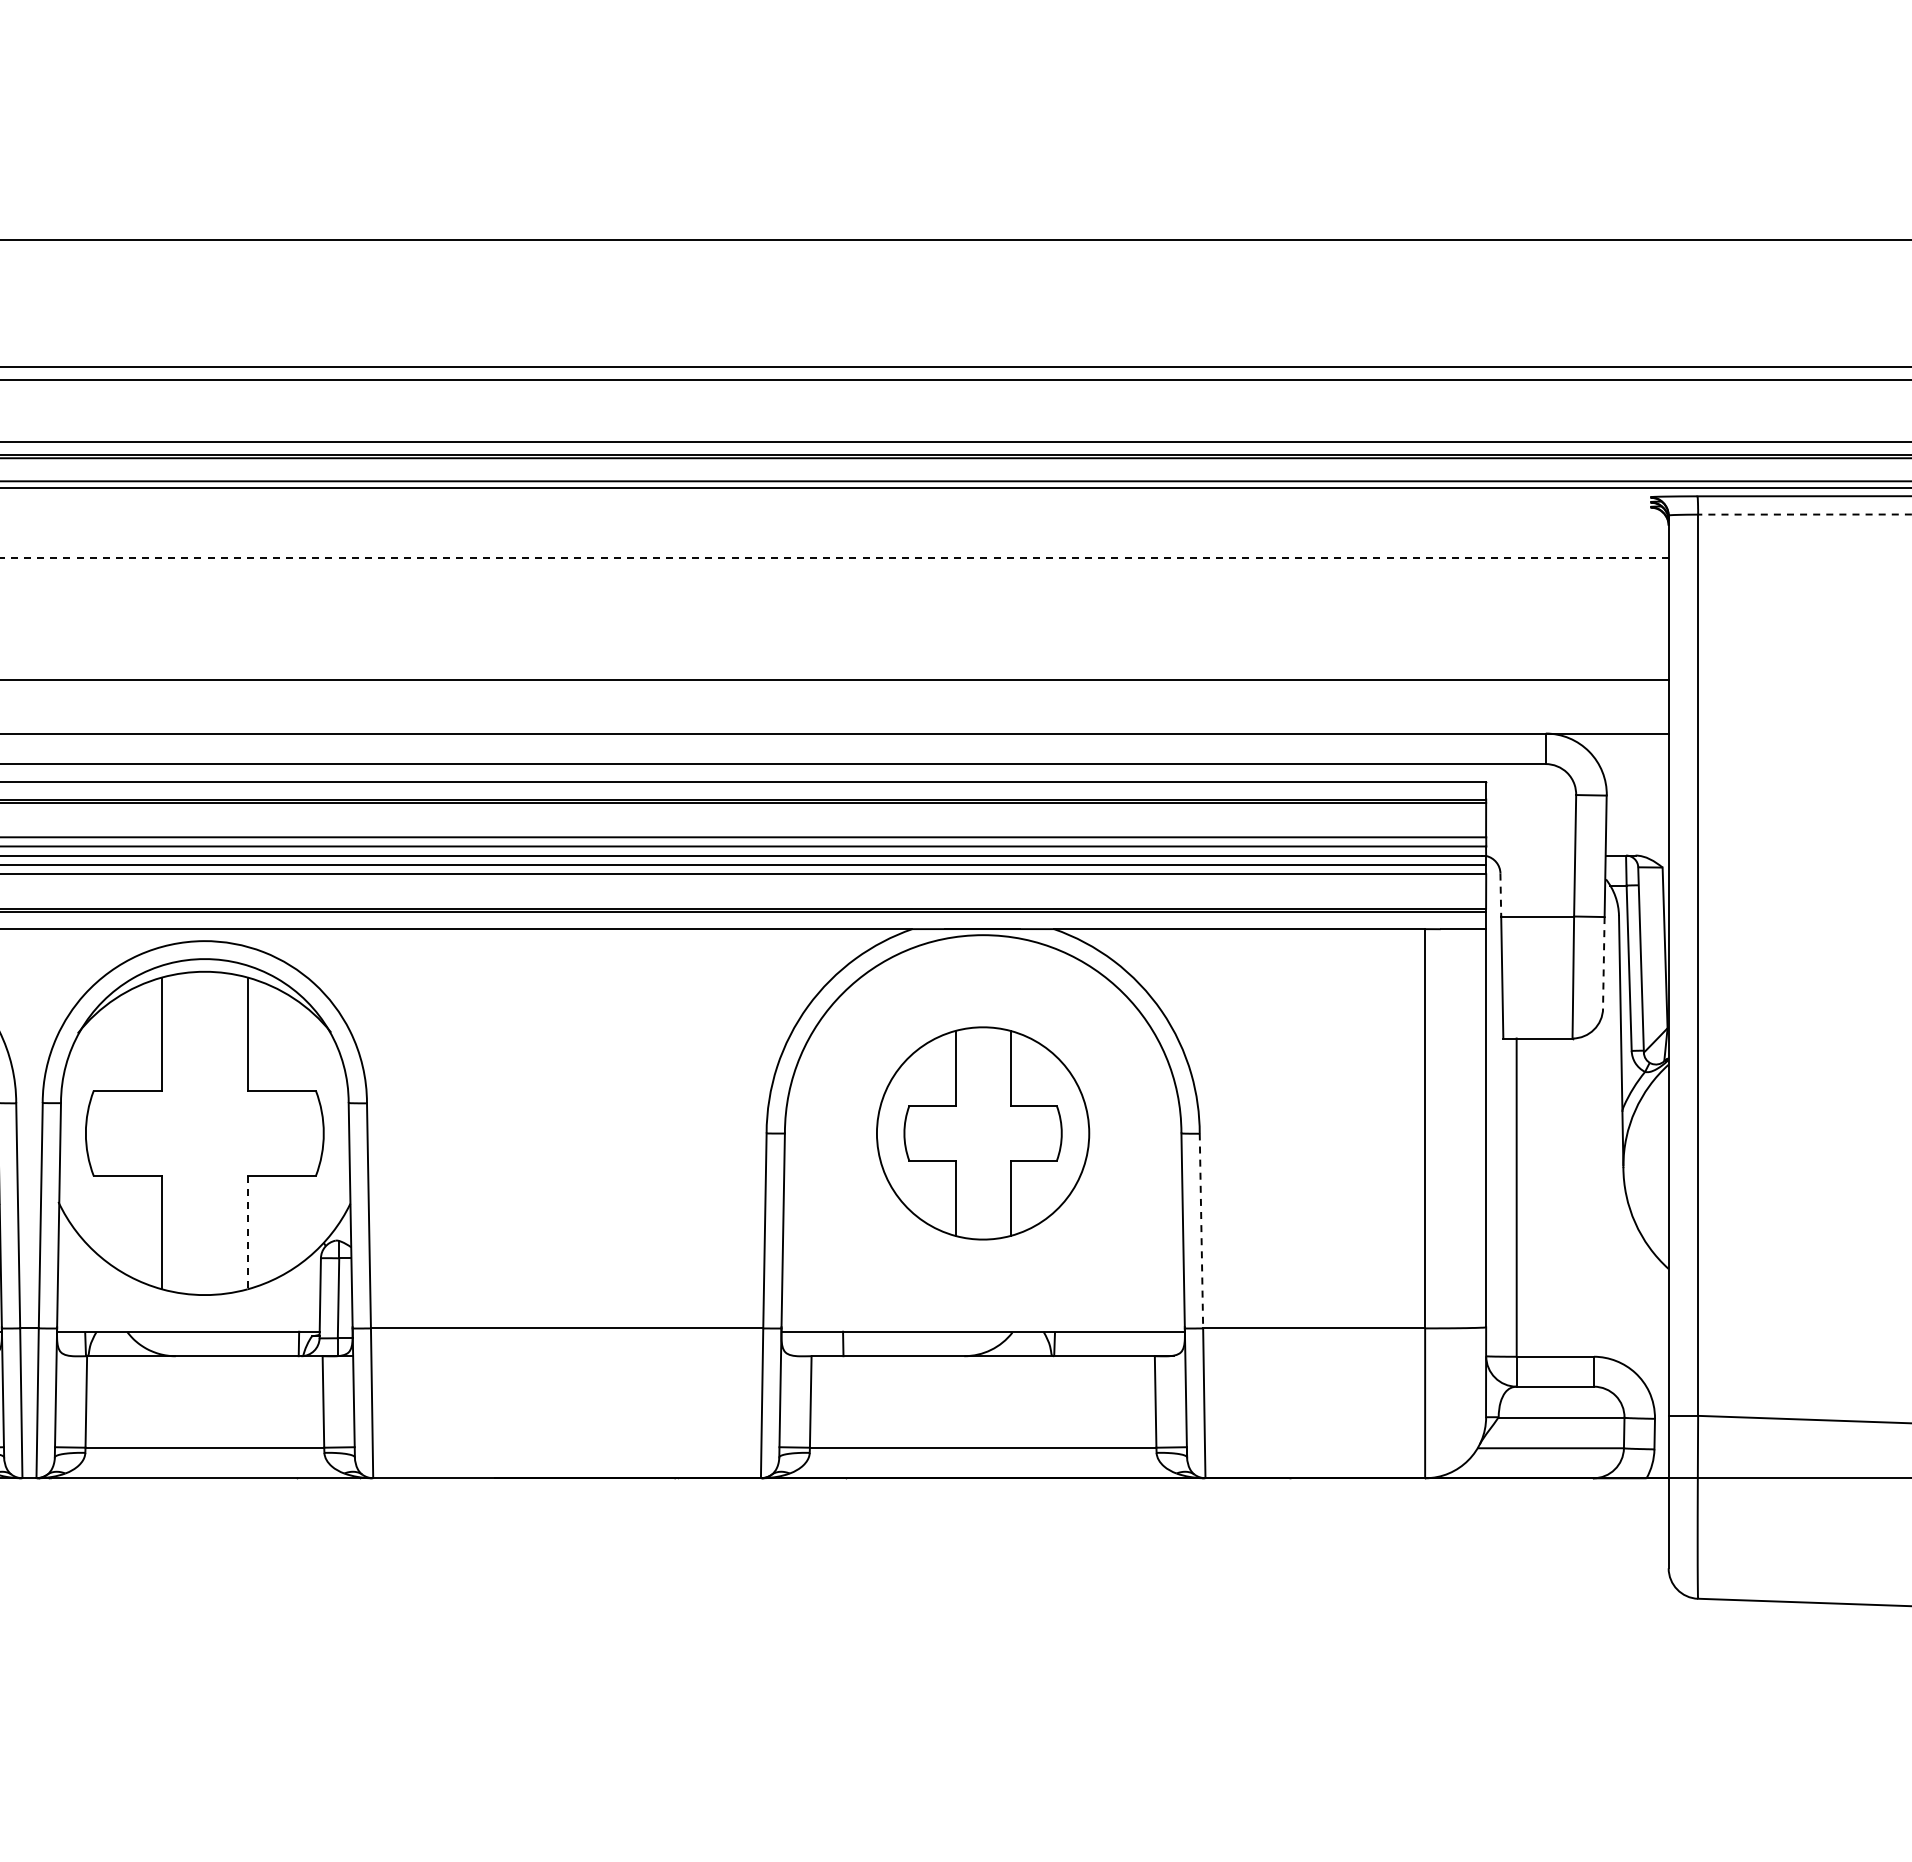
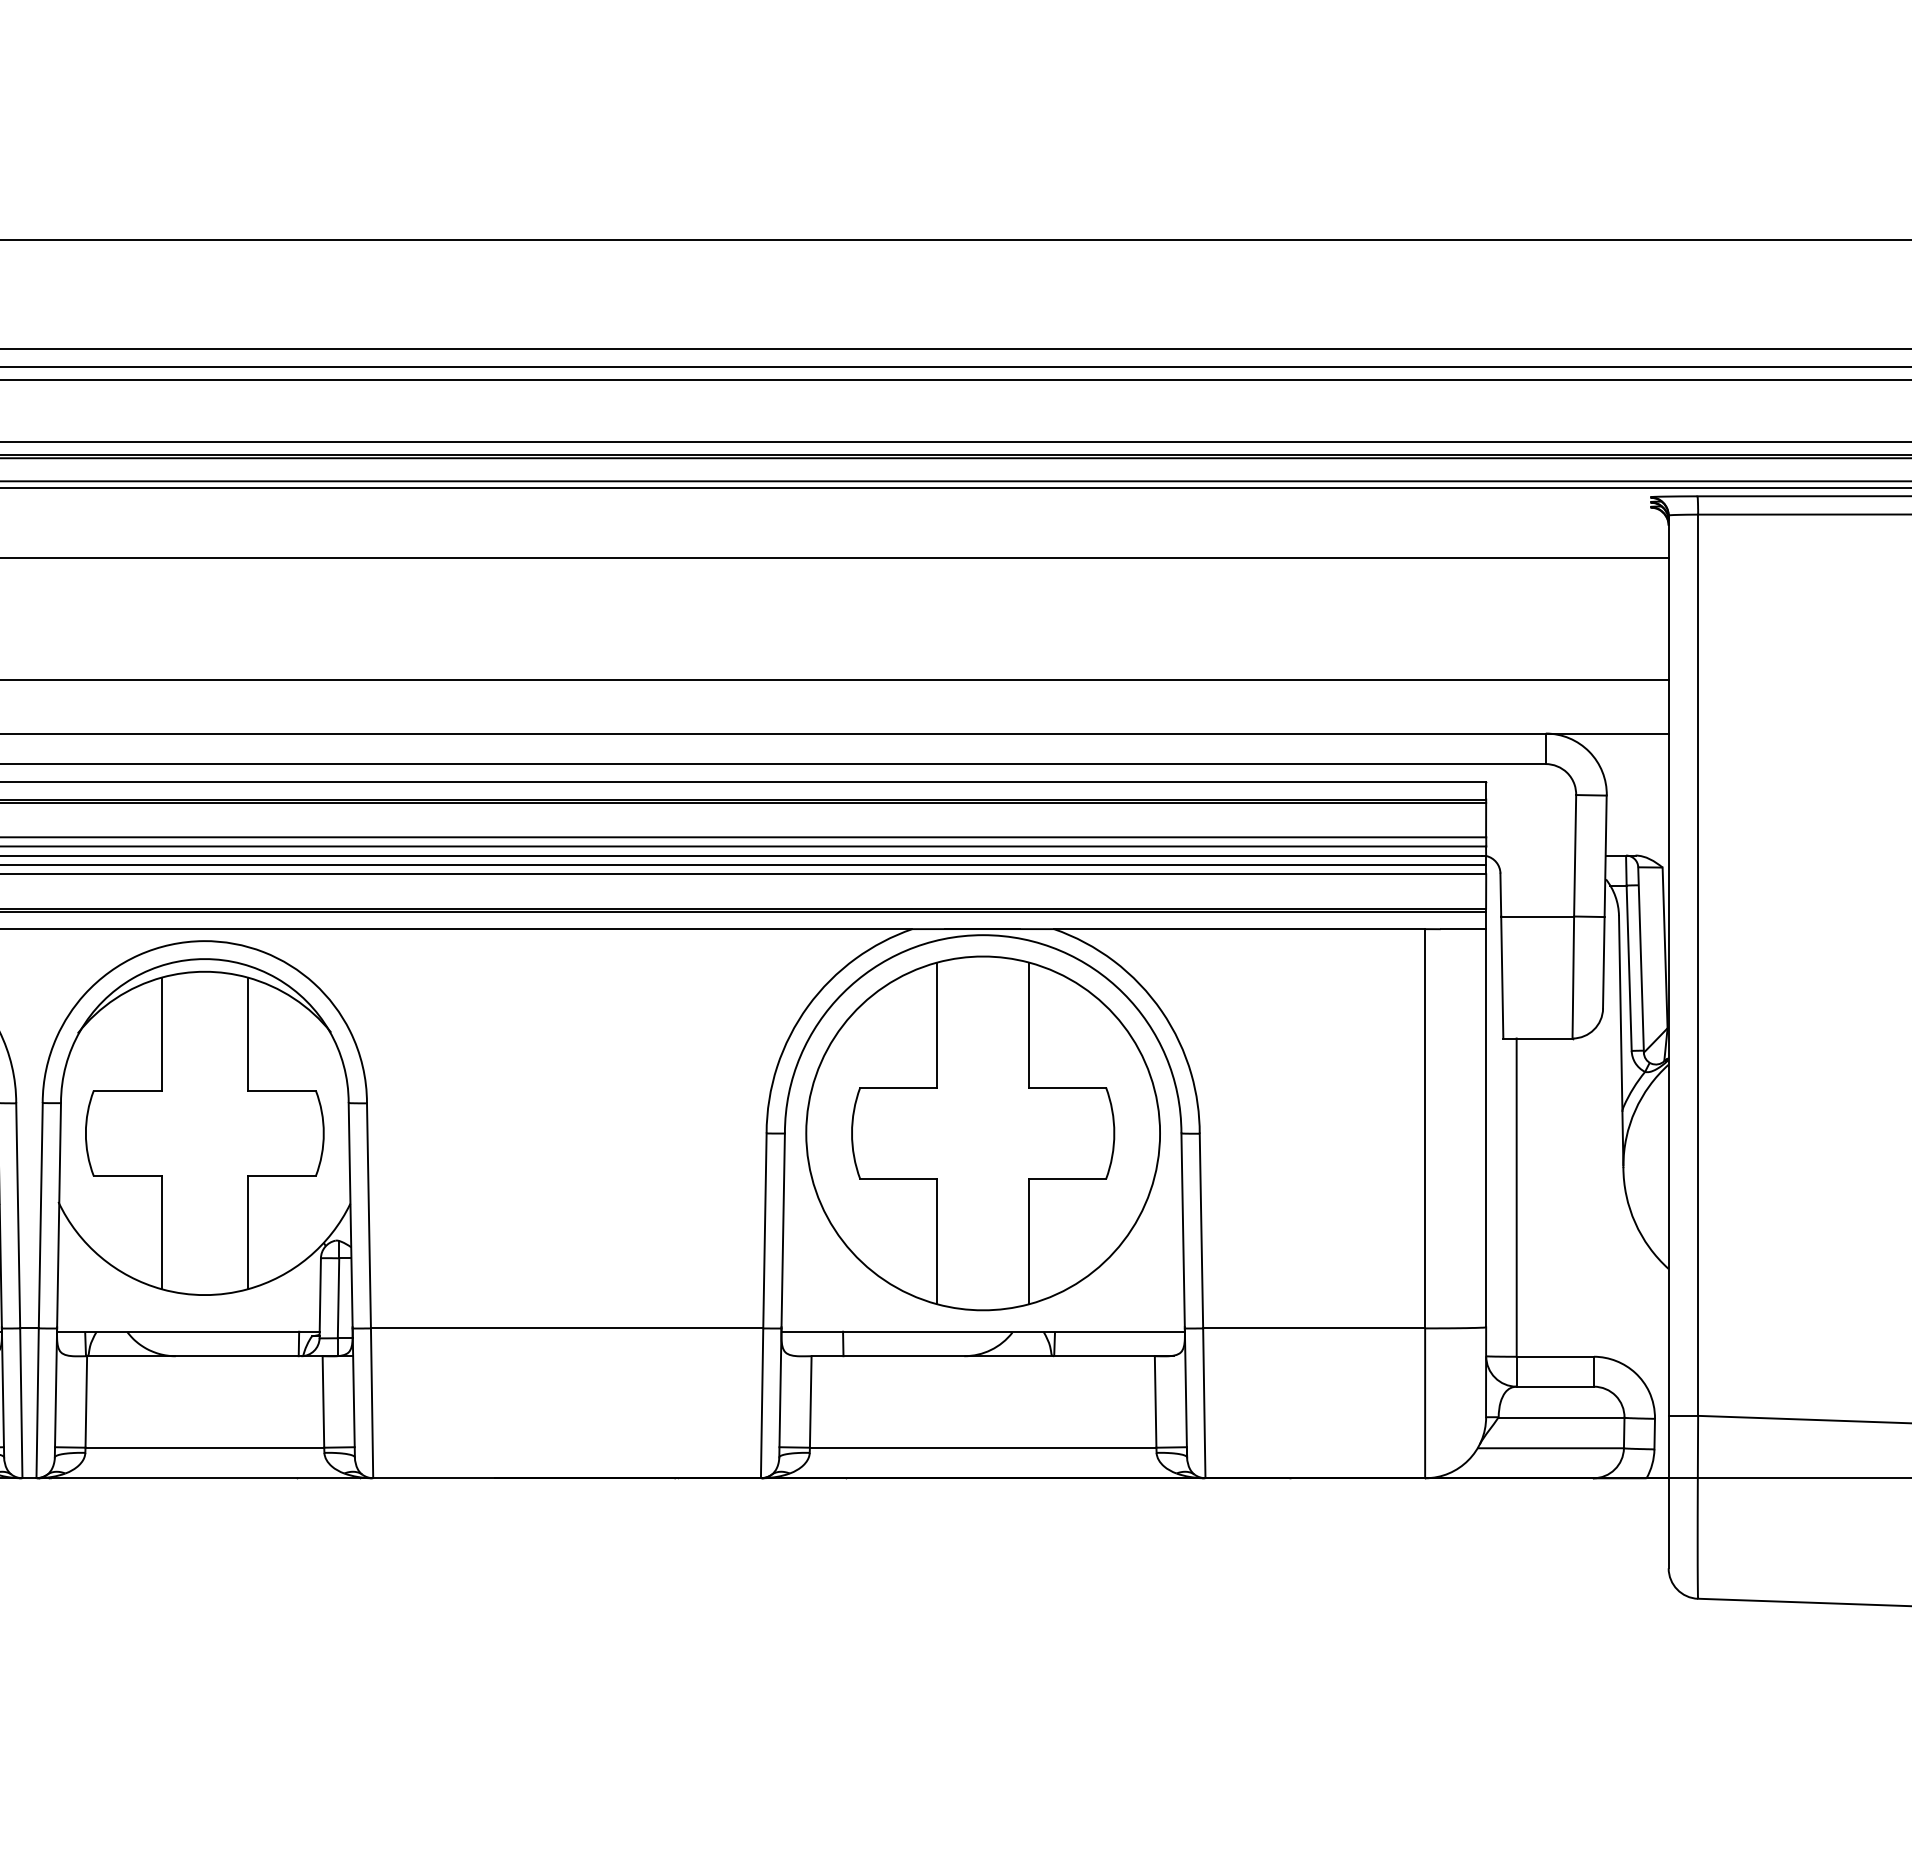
line at (955, 349): none -> present
line at (1805, 514): dashed -> solid
line at (834, 557): dashed -> solid
line at (1500, 895): dashed -> solid
line at (1603, 962): dashed -> solid
part at (983, 1133) size: 215x215 px -> 356x357 px
line at (1201, 1231): dashed -> solid
line at (247, 1232): dashed -> solid
